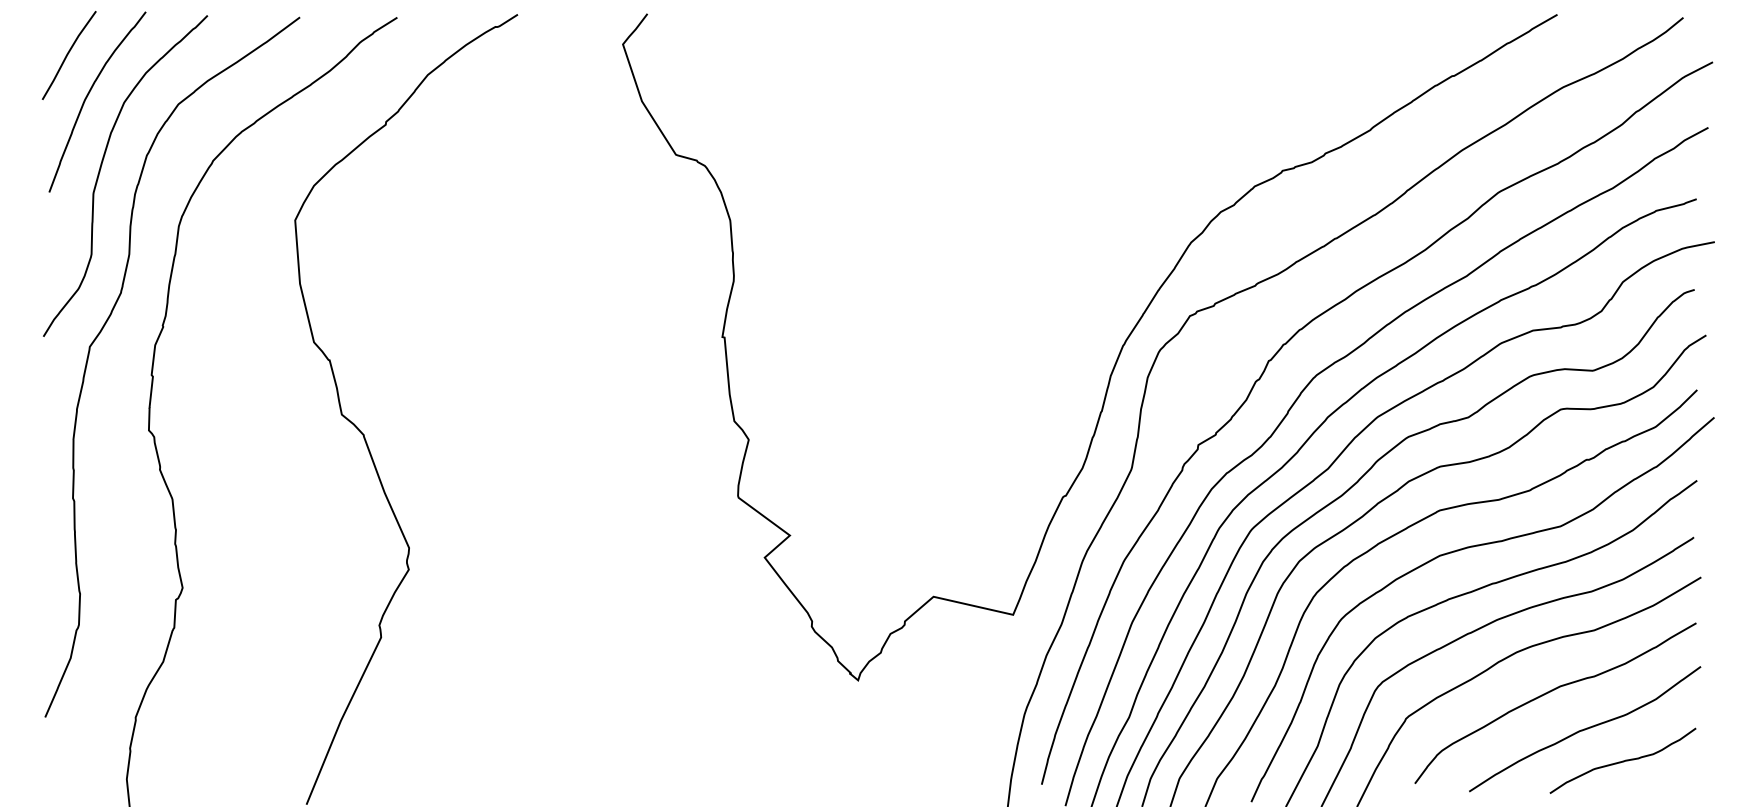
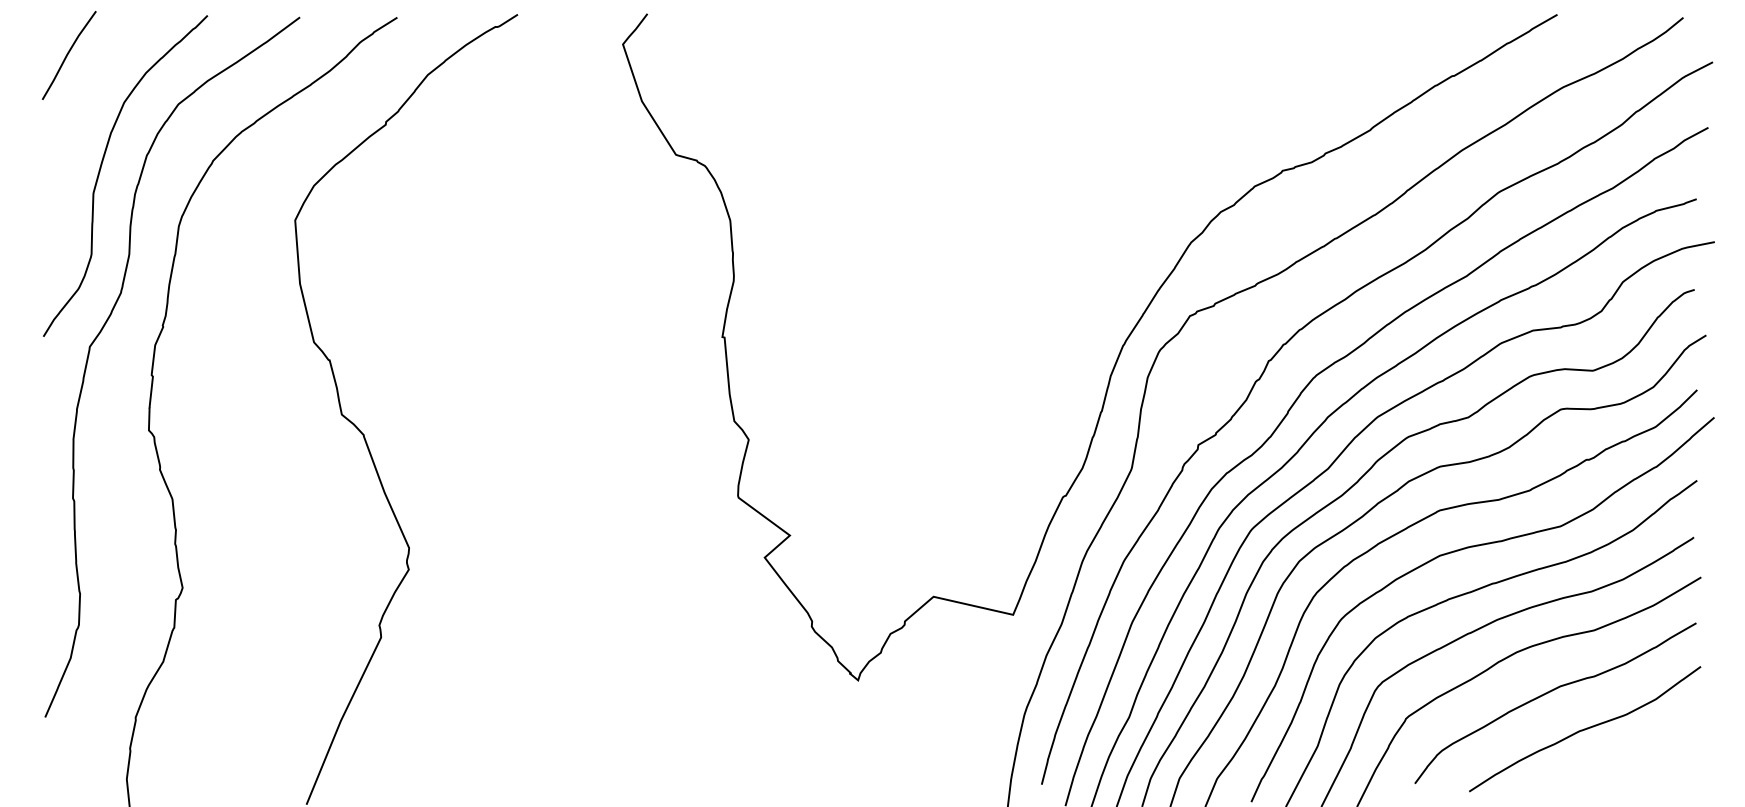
curve at (87, 97): present -> none
curve at (1622, 760): present -> none
